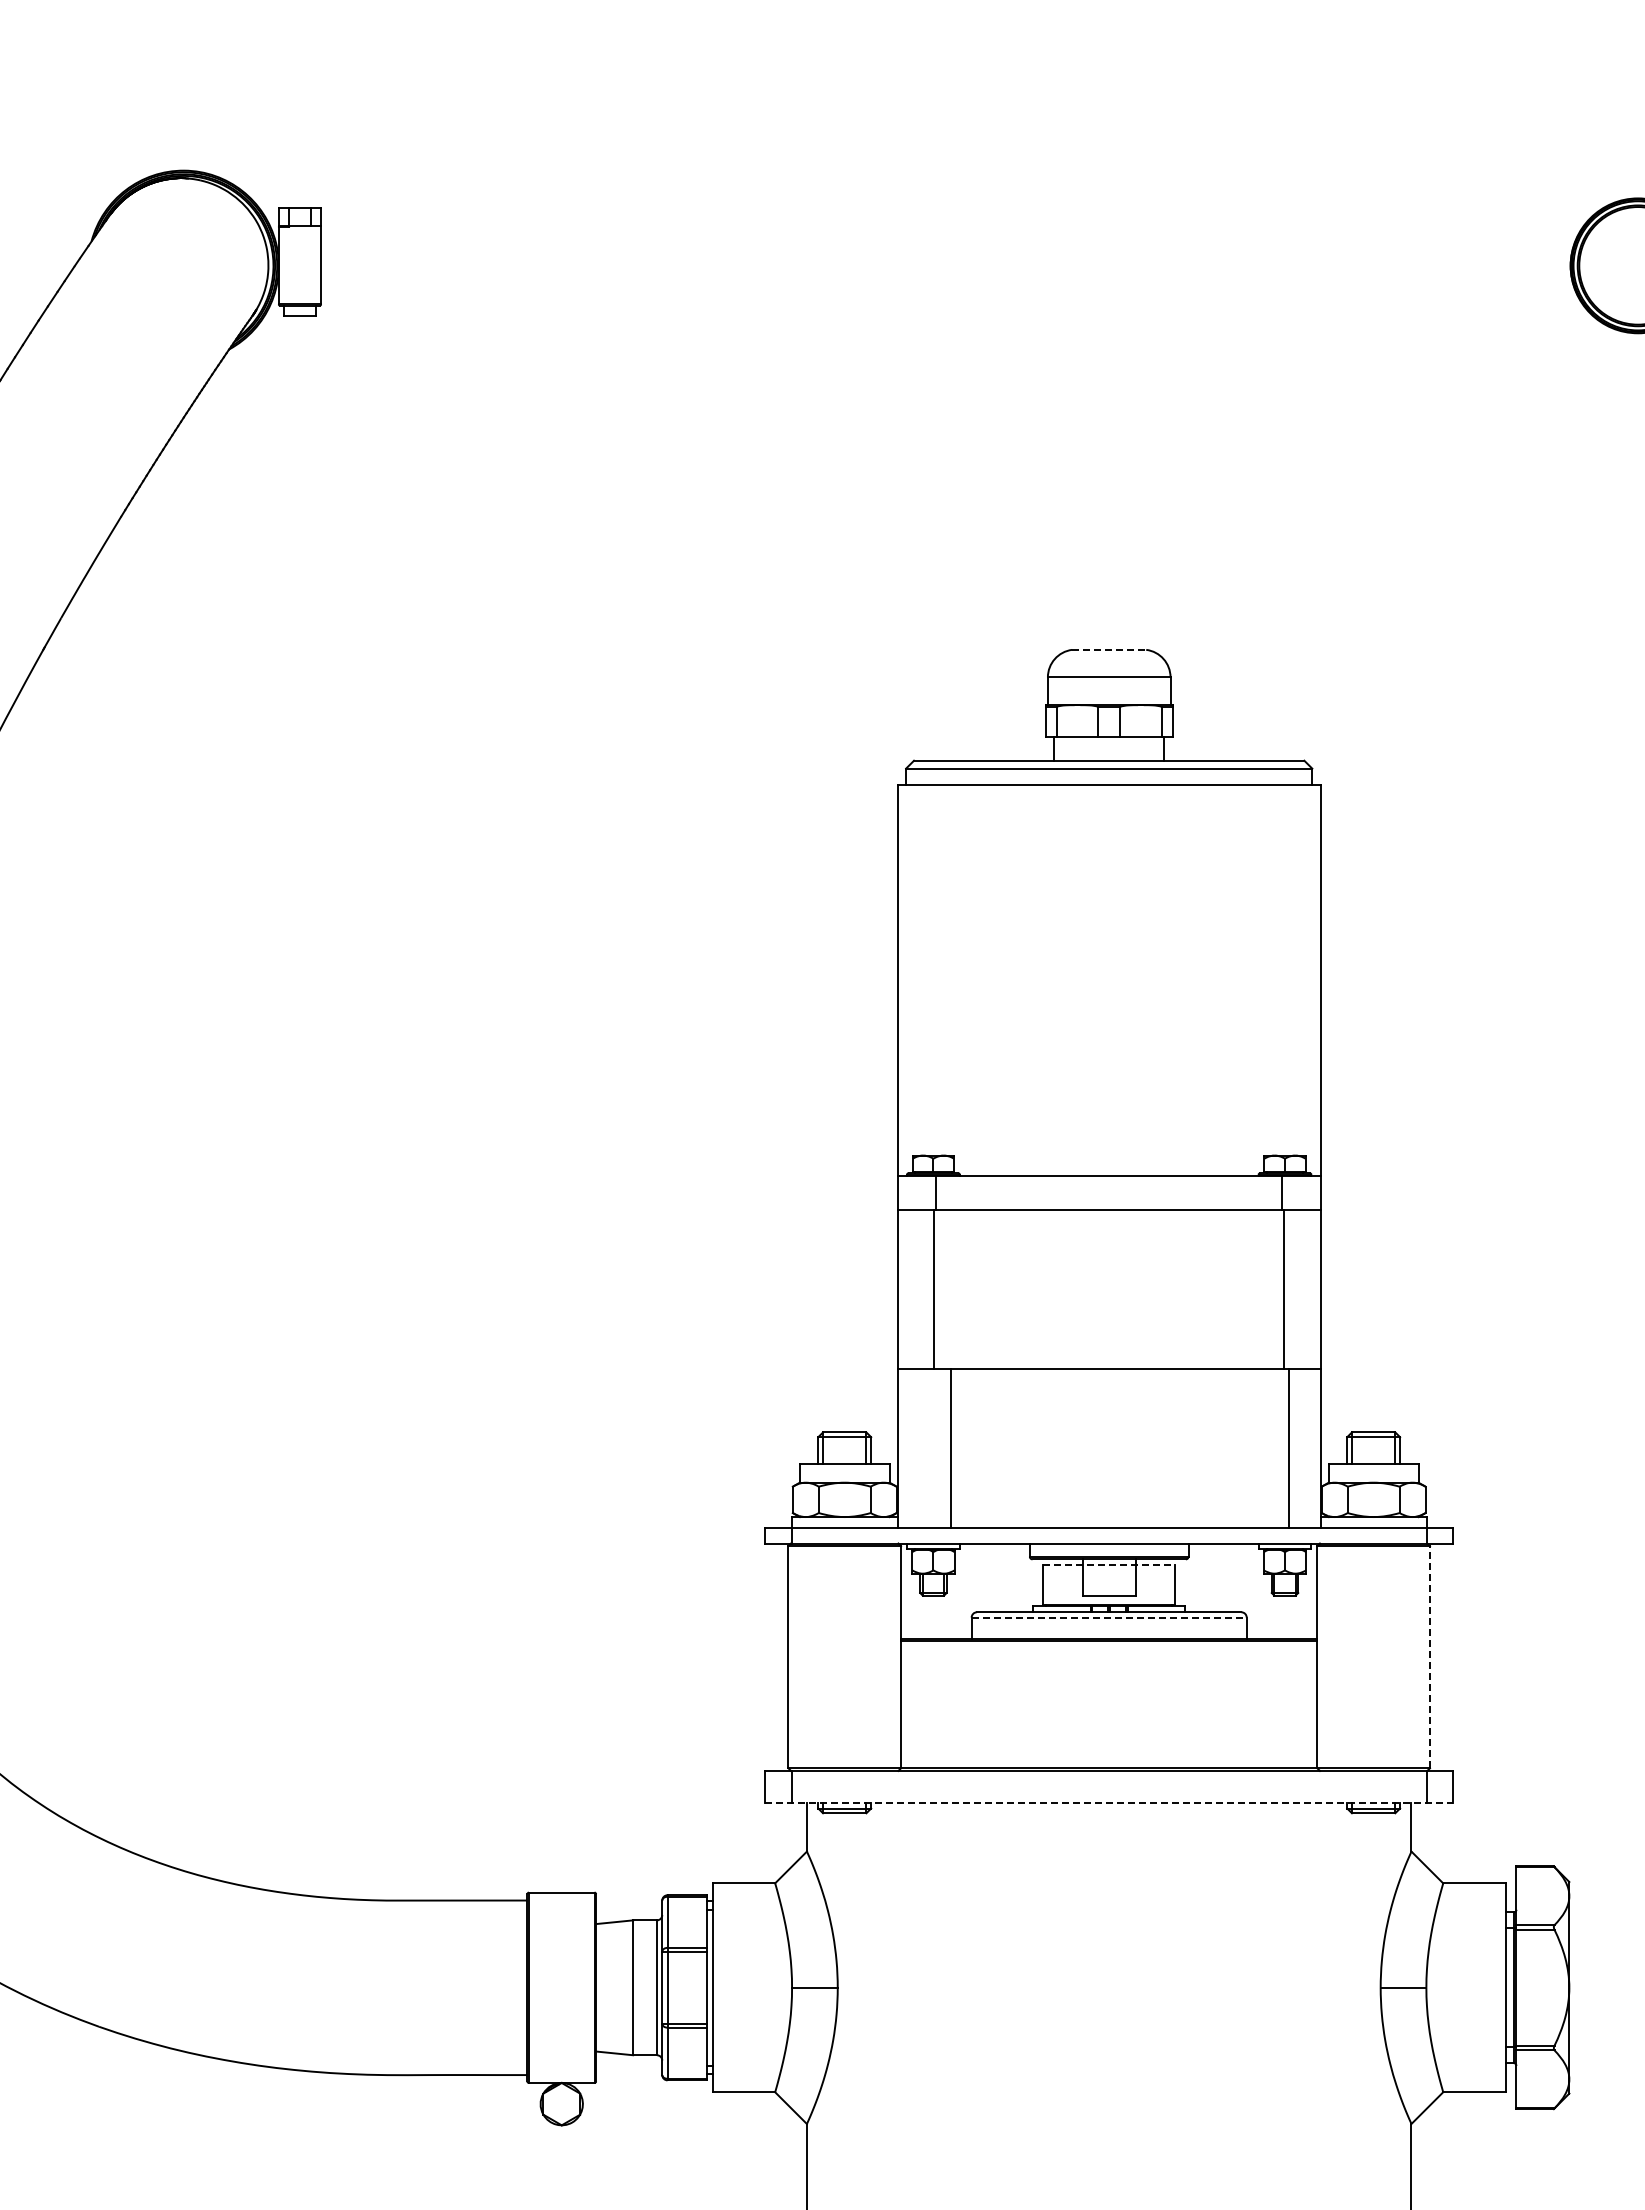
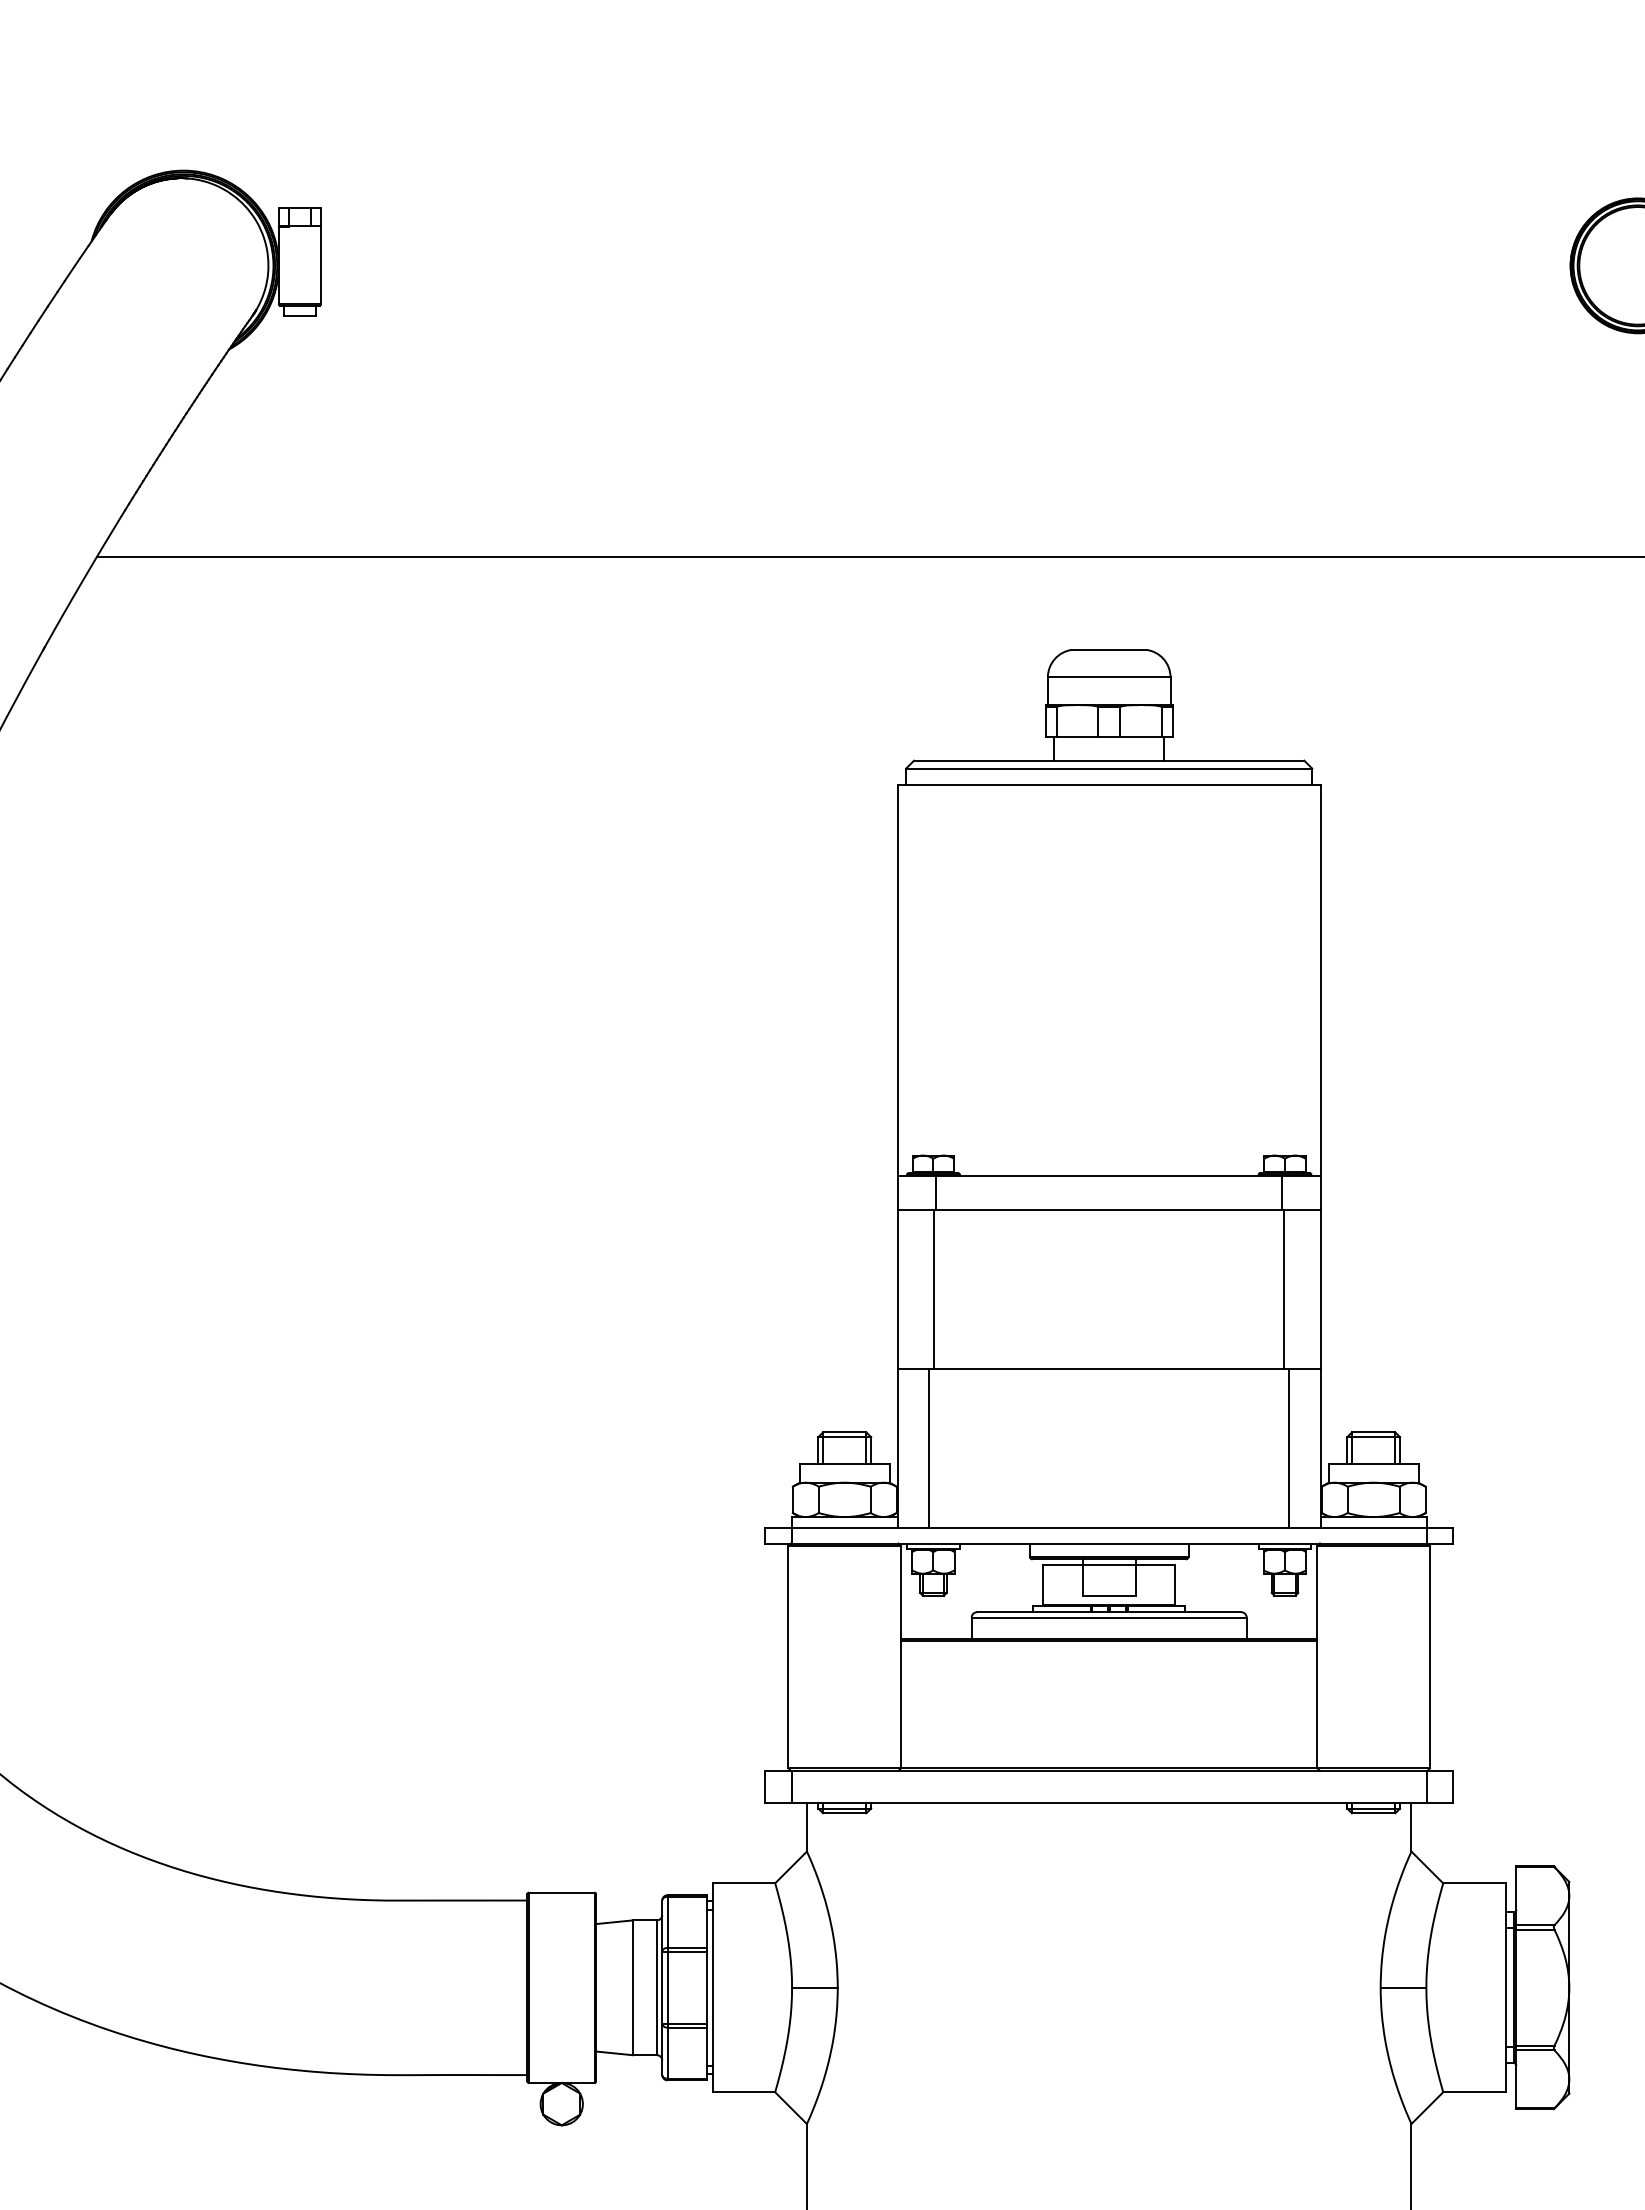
line at (869, 556): none -> present
line at (1109, 649): dashed -> solid
line at (951, 1447) position: (951, 1447) -> (929, 1447)
line at (1109, 1564): dashed -> solid
line at (1109, 1617): dashed -> solid
line at (1429, 1656): dashed -> solid
line at (1109, 1802): dashed -> solid
